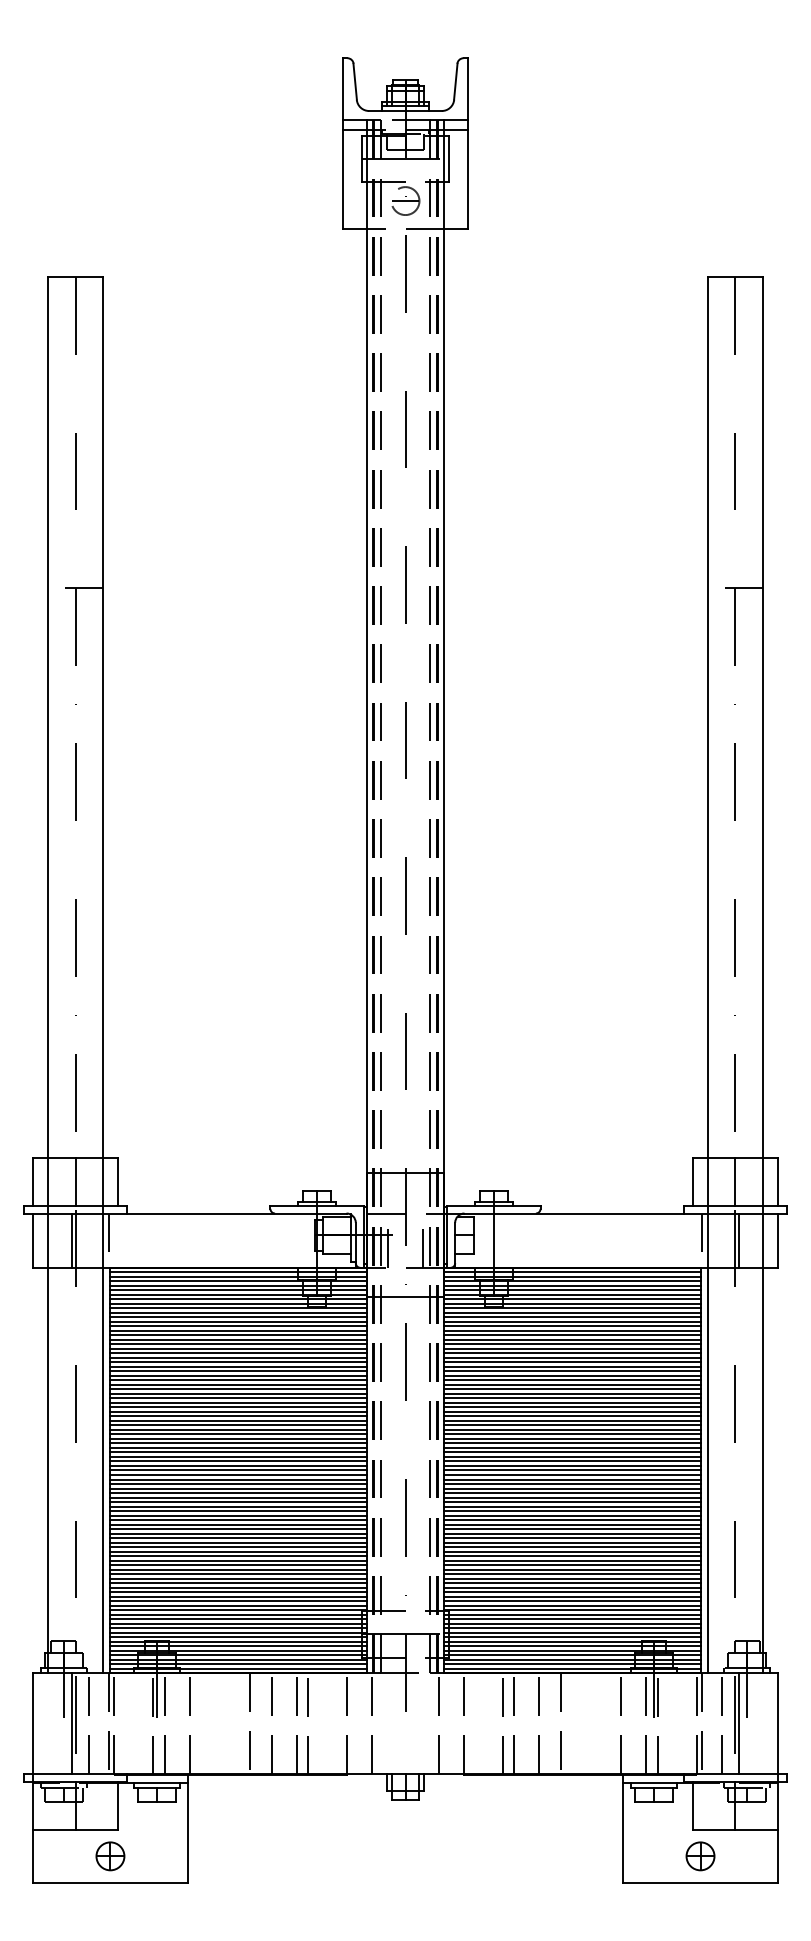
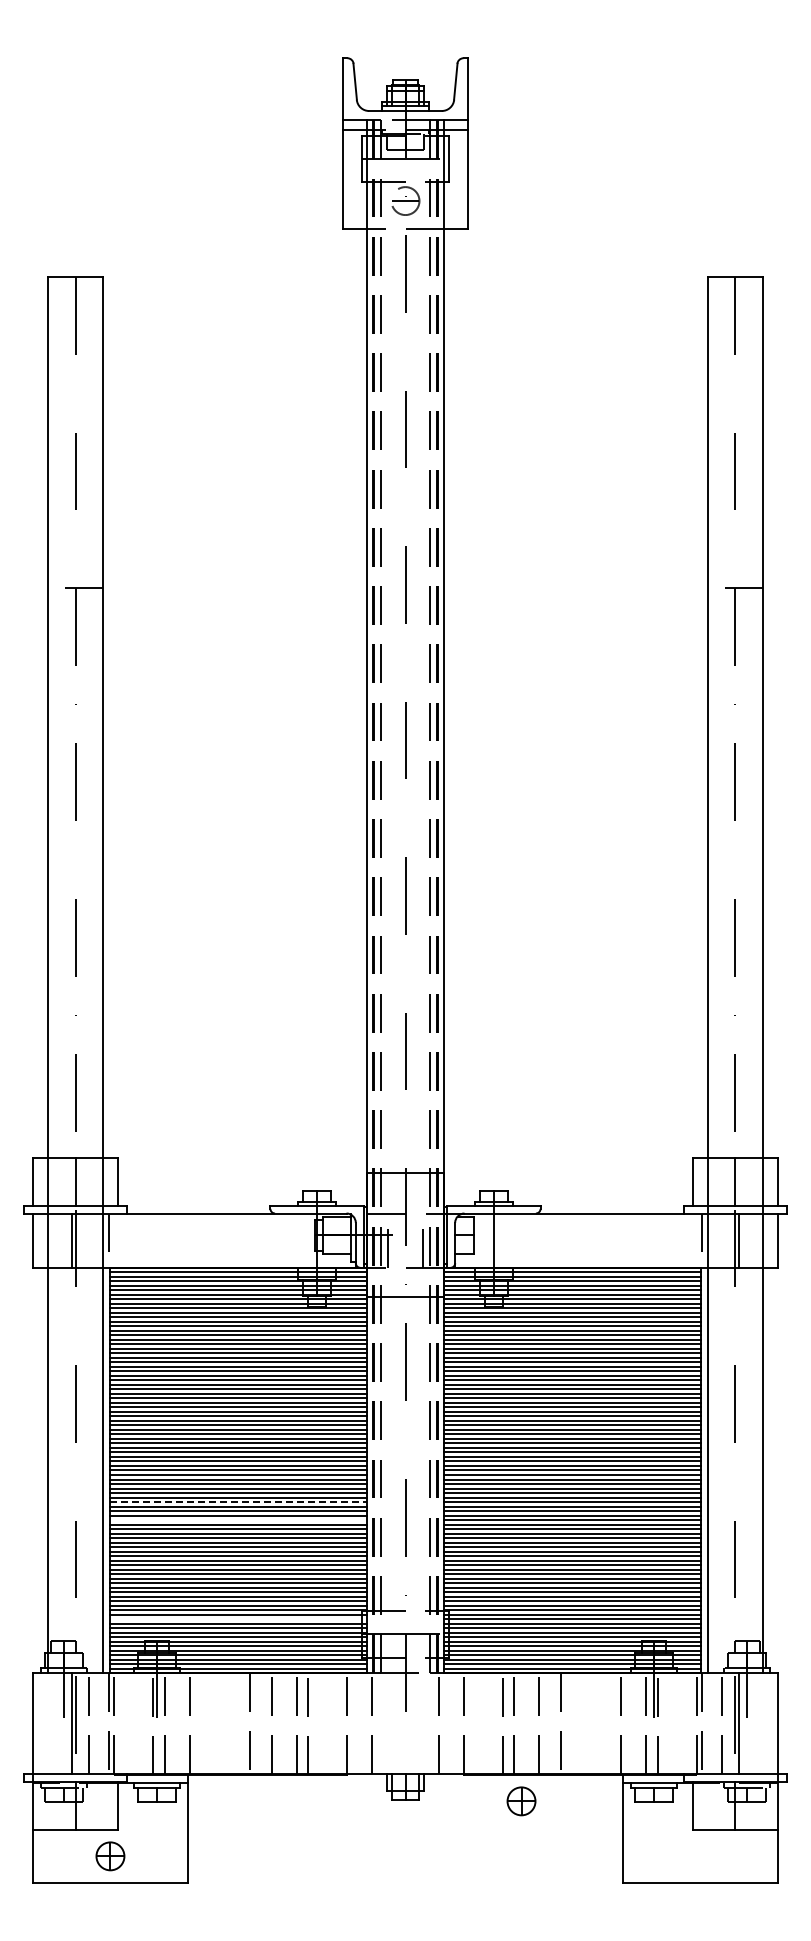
line at (239, 1502): solid -> dashed
line at (238, 1520): present -> none
line at (238, 1619): present -> none
part at (700, 1856) position: (700, 1856) -> (521, 1801)
